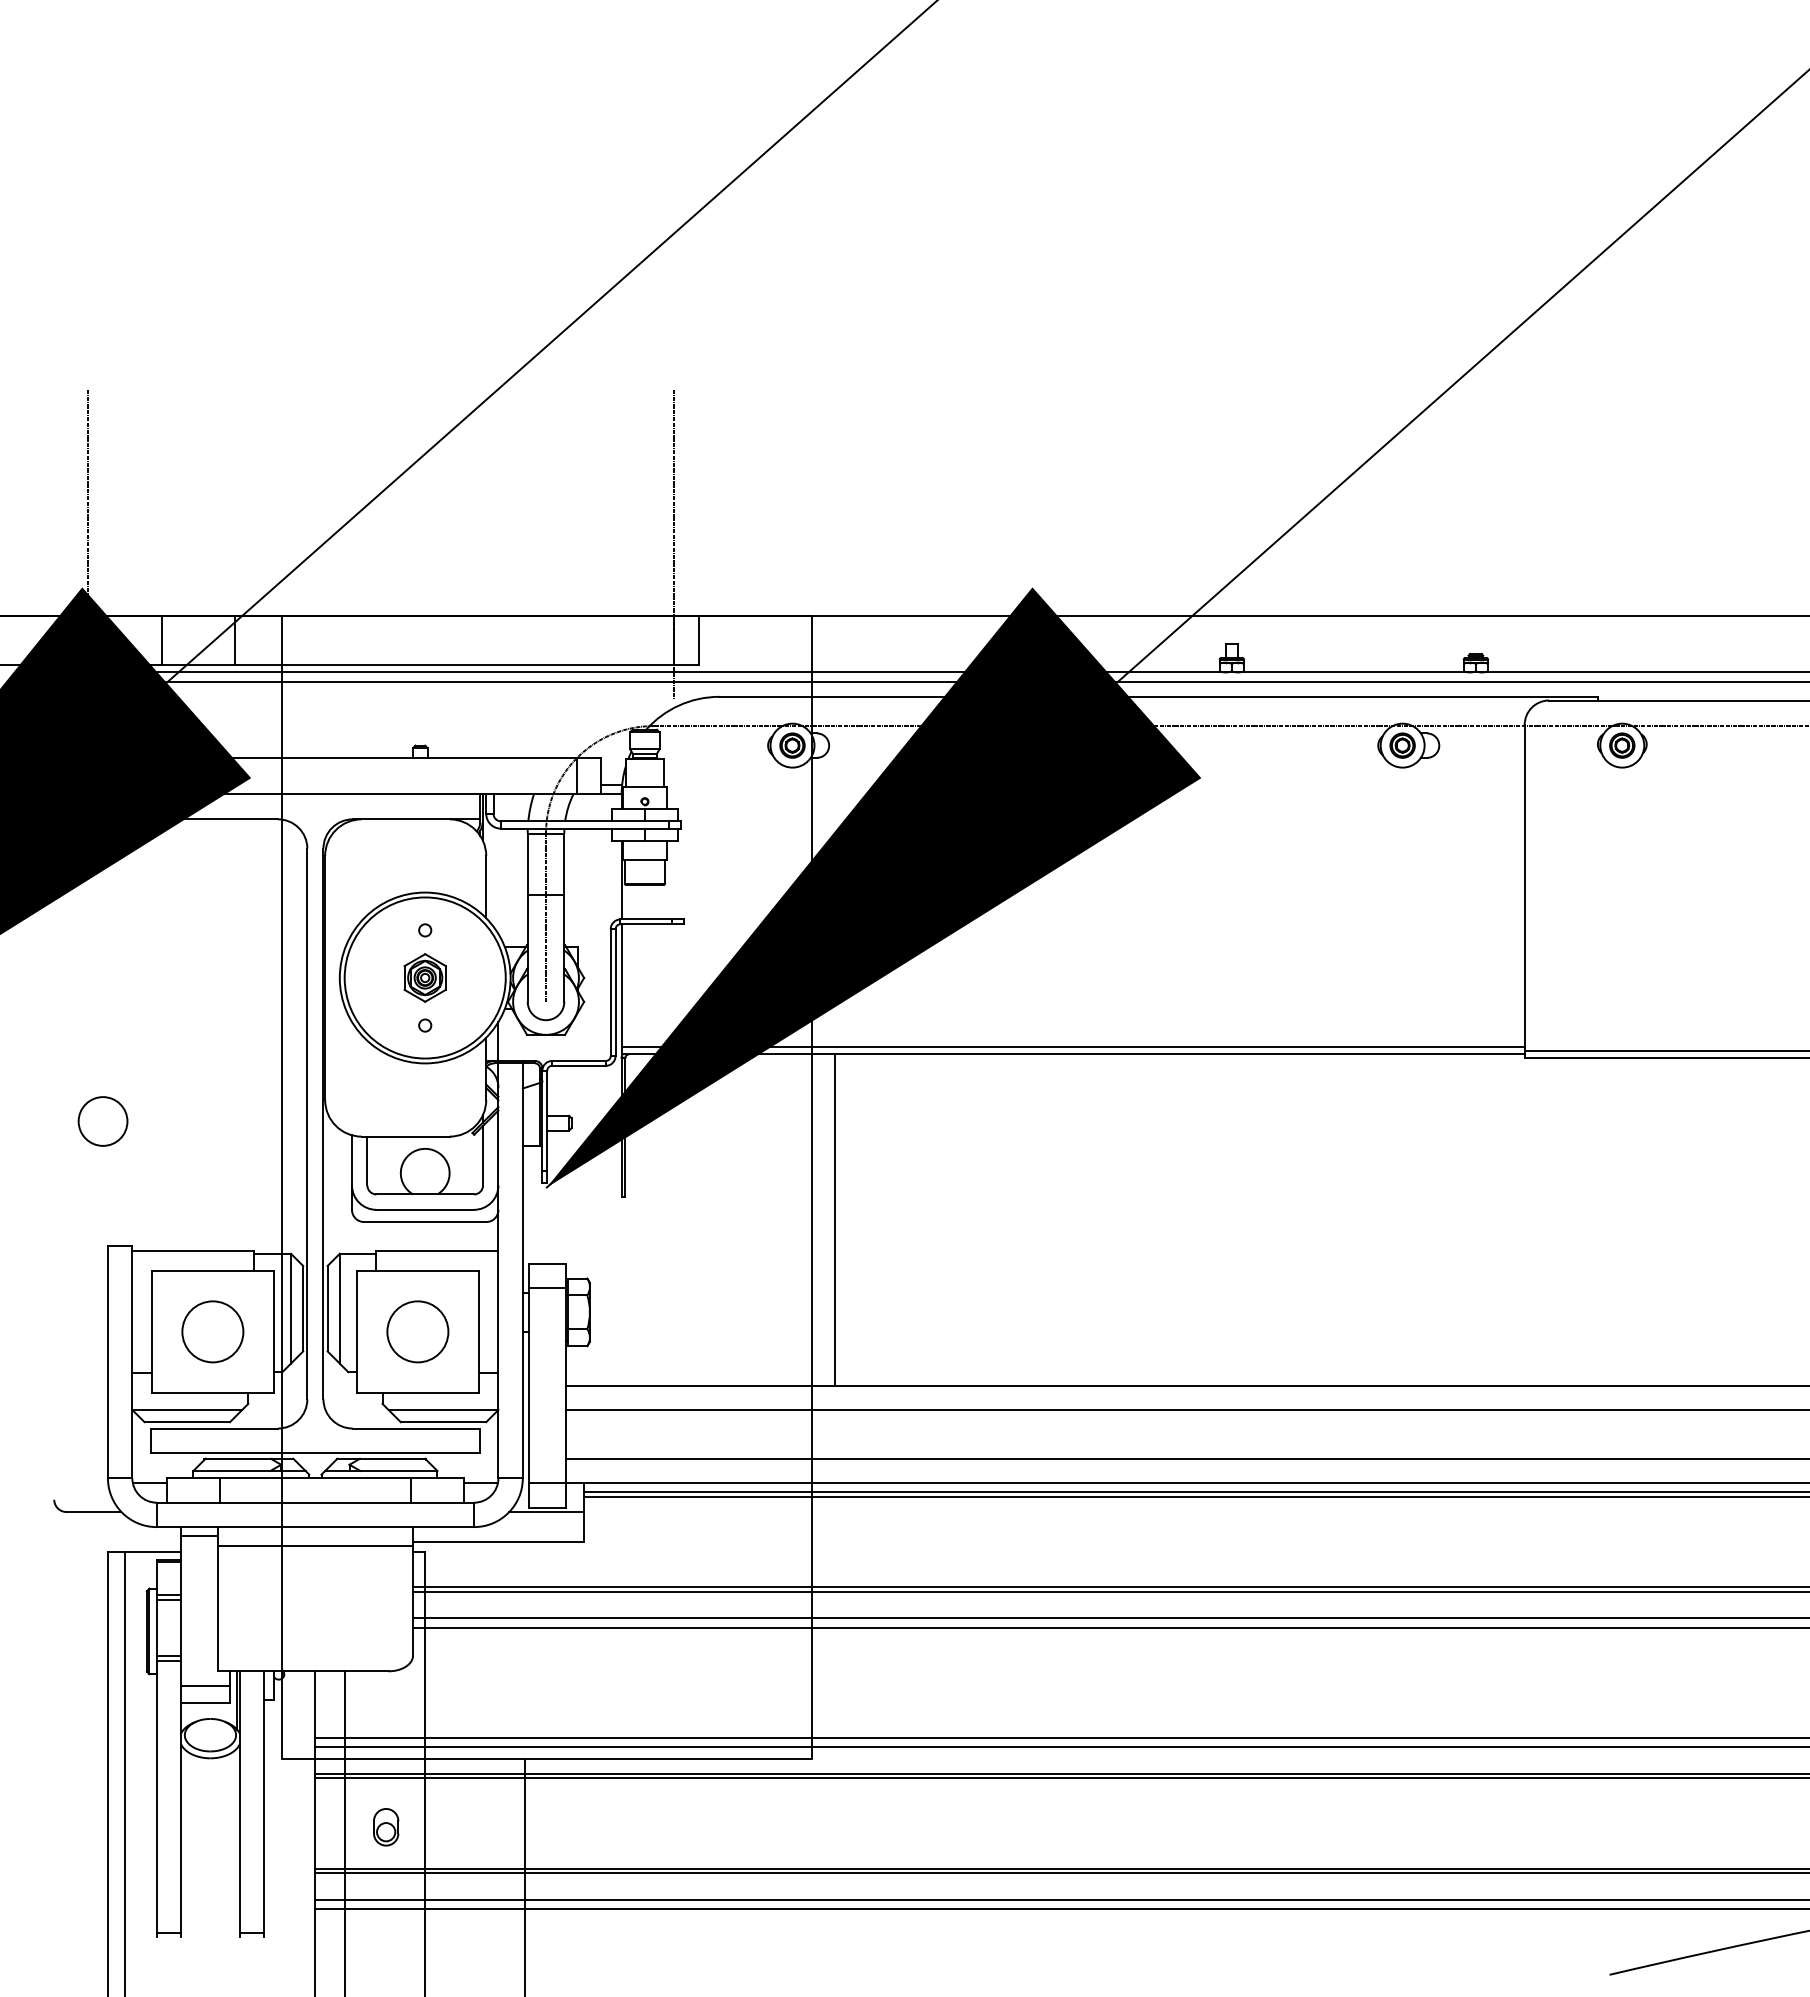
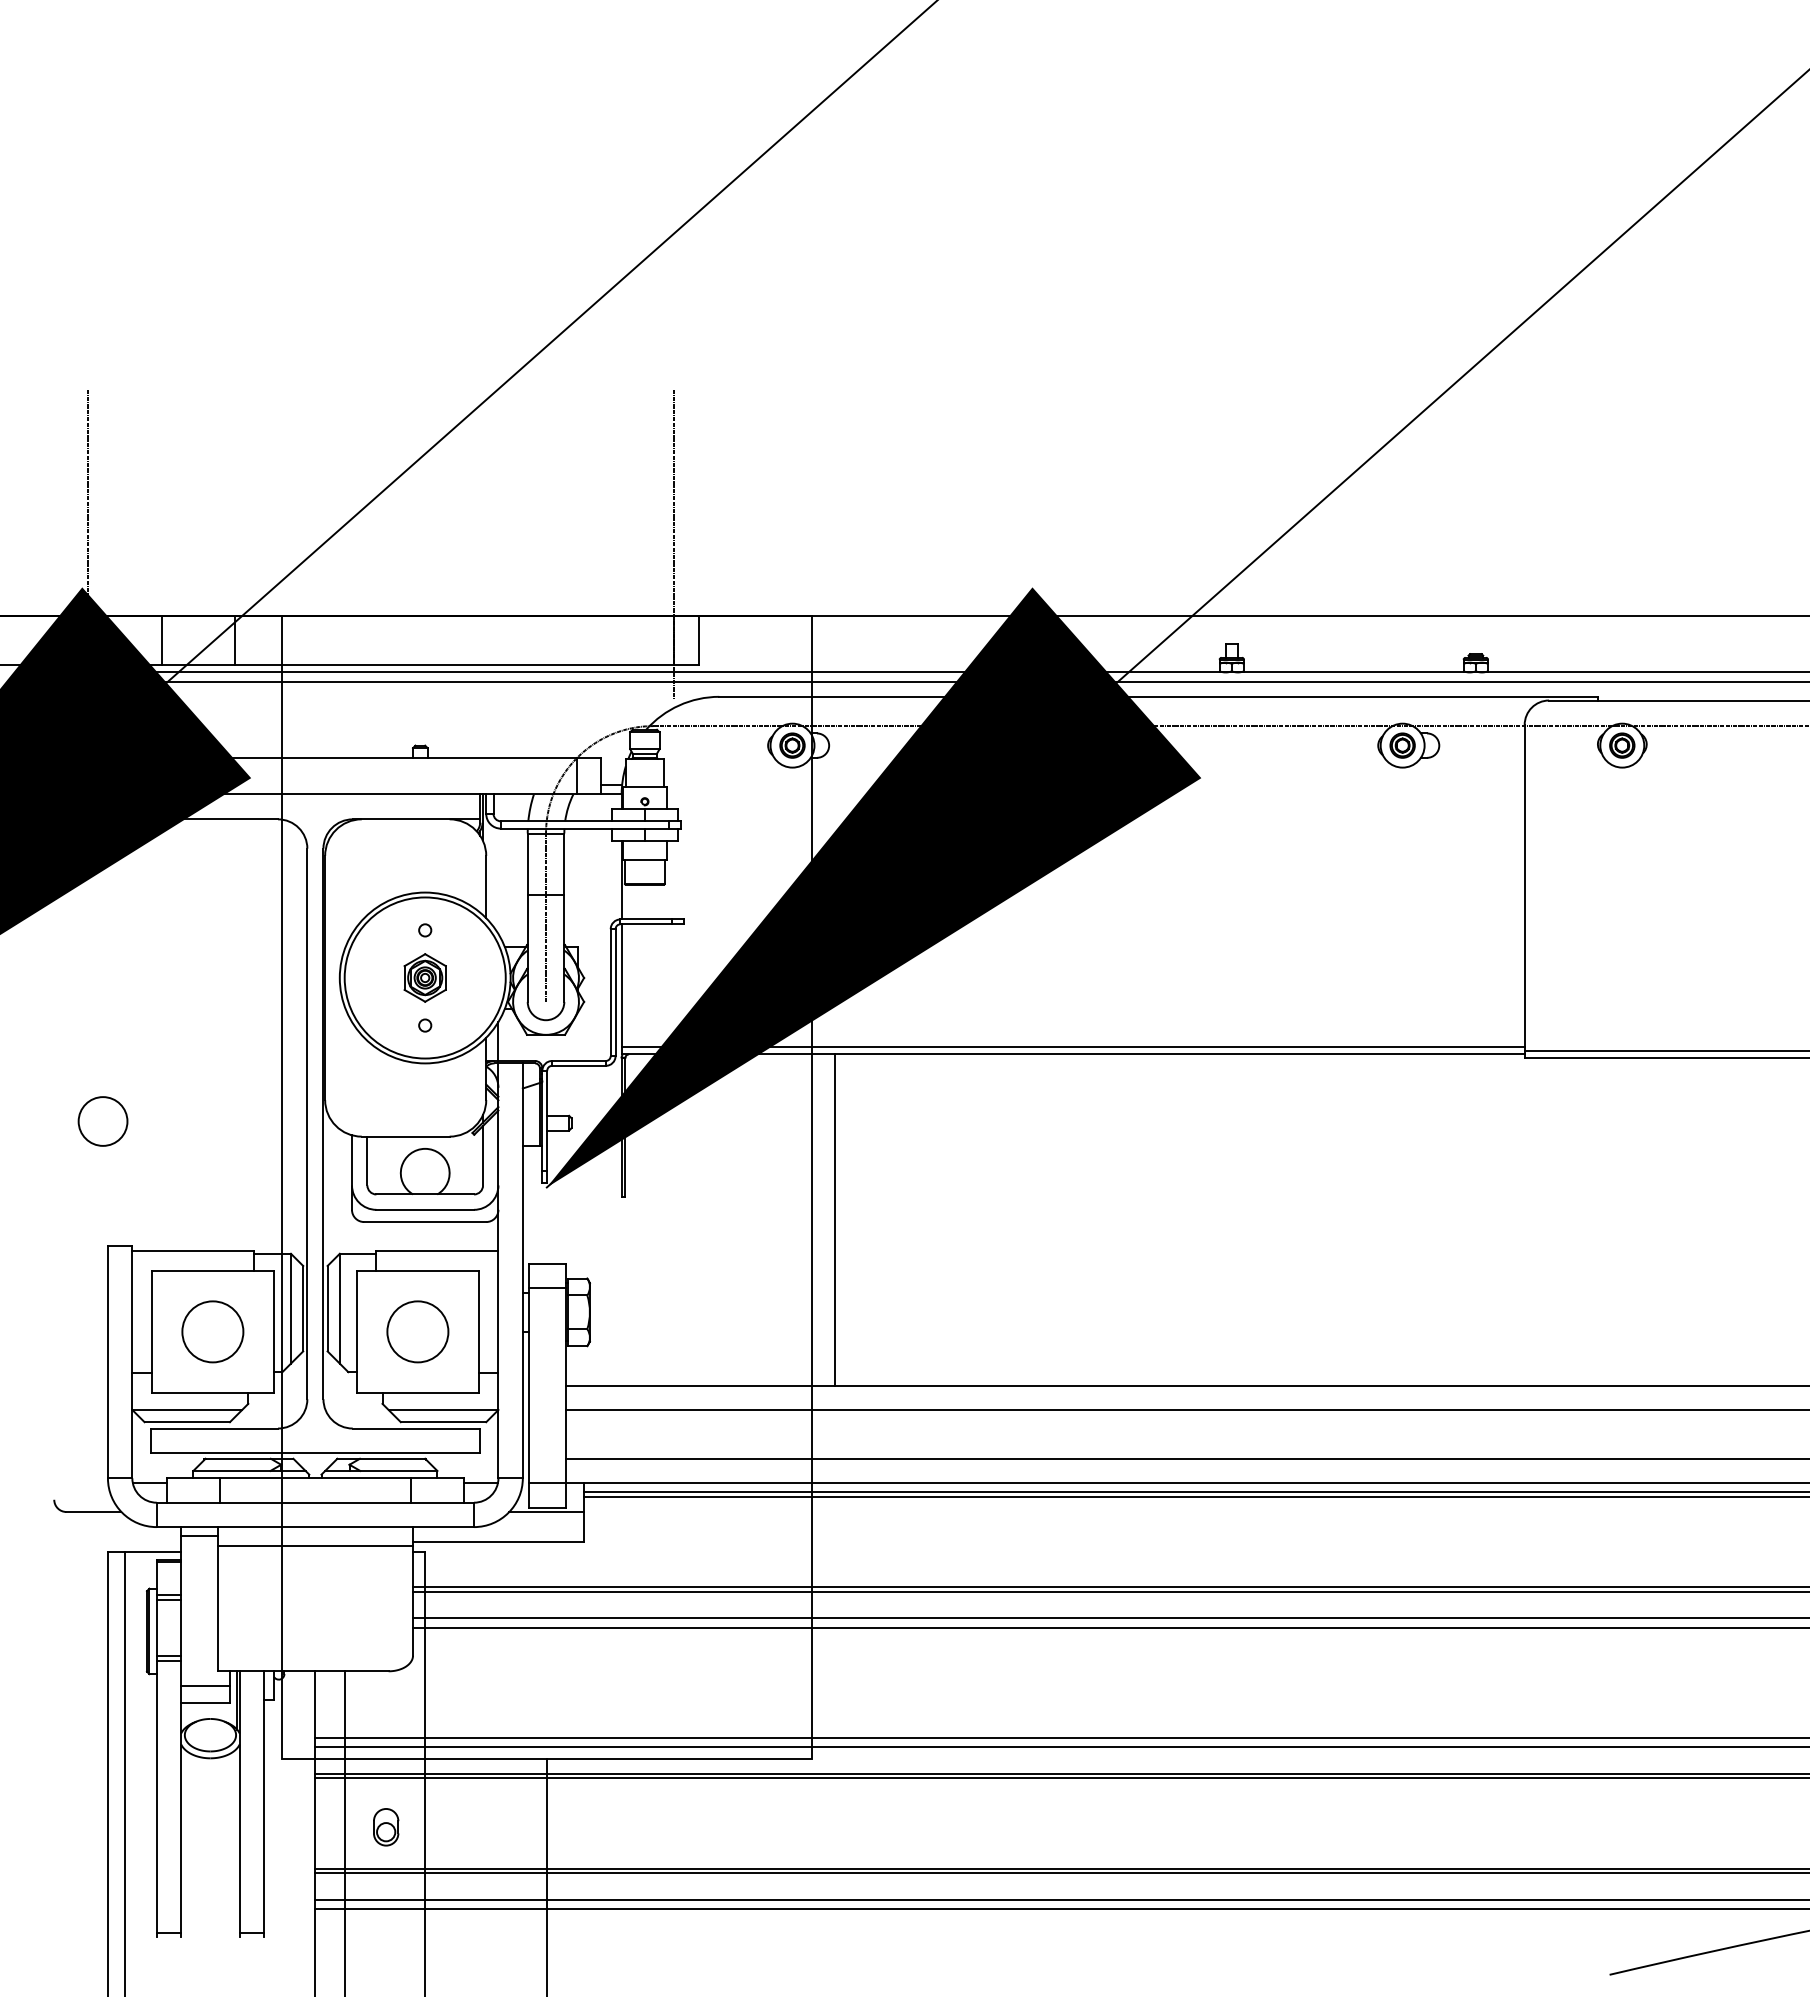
line at (524, 1875) position: (524, 1875) -> (546, 1875)
